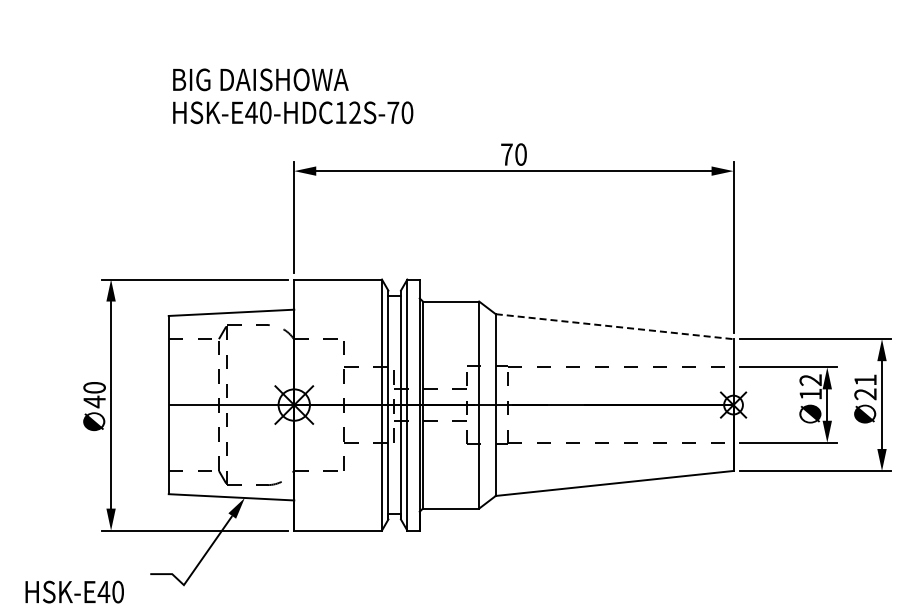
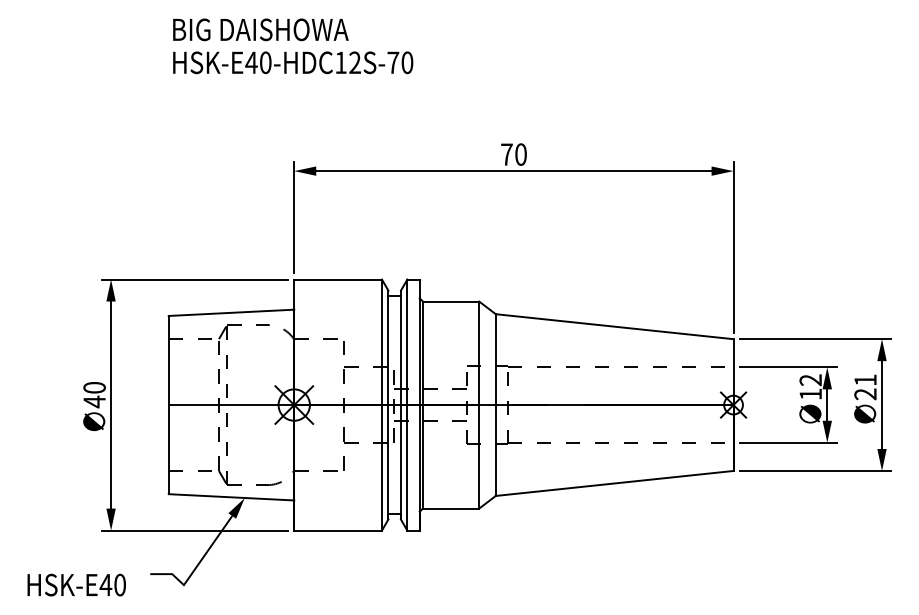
text at (293, 96) position: (293, 96) -> (293, 46)
line at (614, 326): dashed -> solid
text at (74, 591) position: (74, 591) -> (76, 584)
